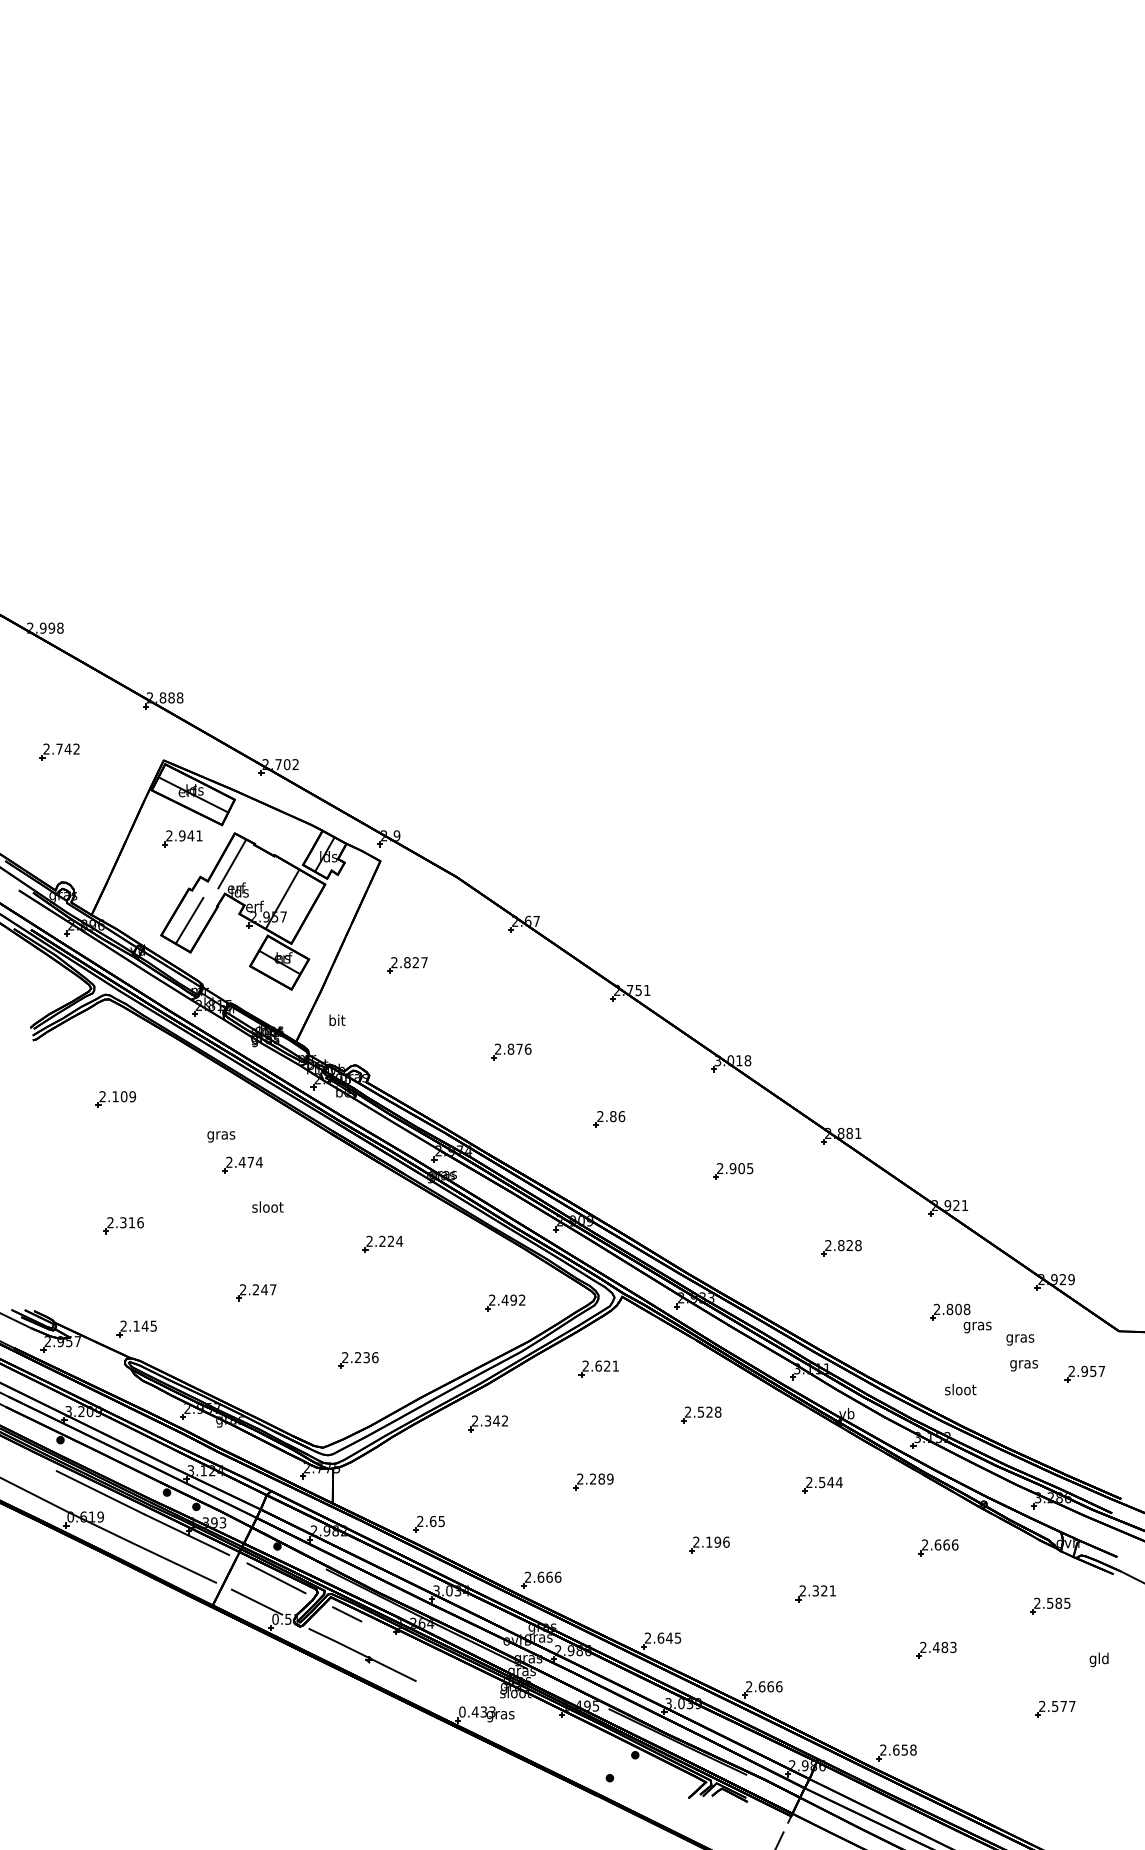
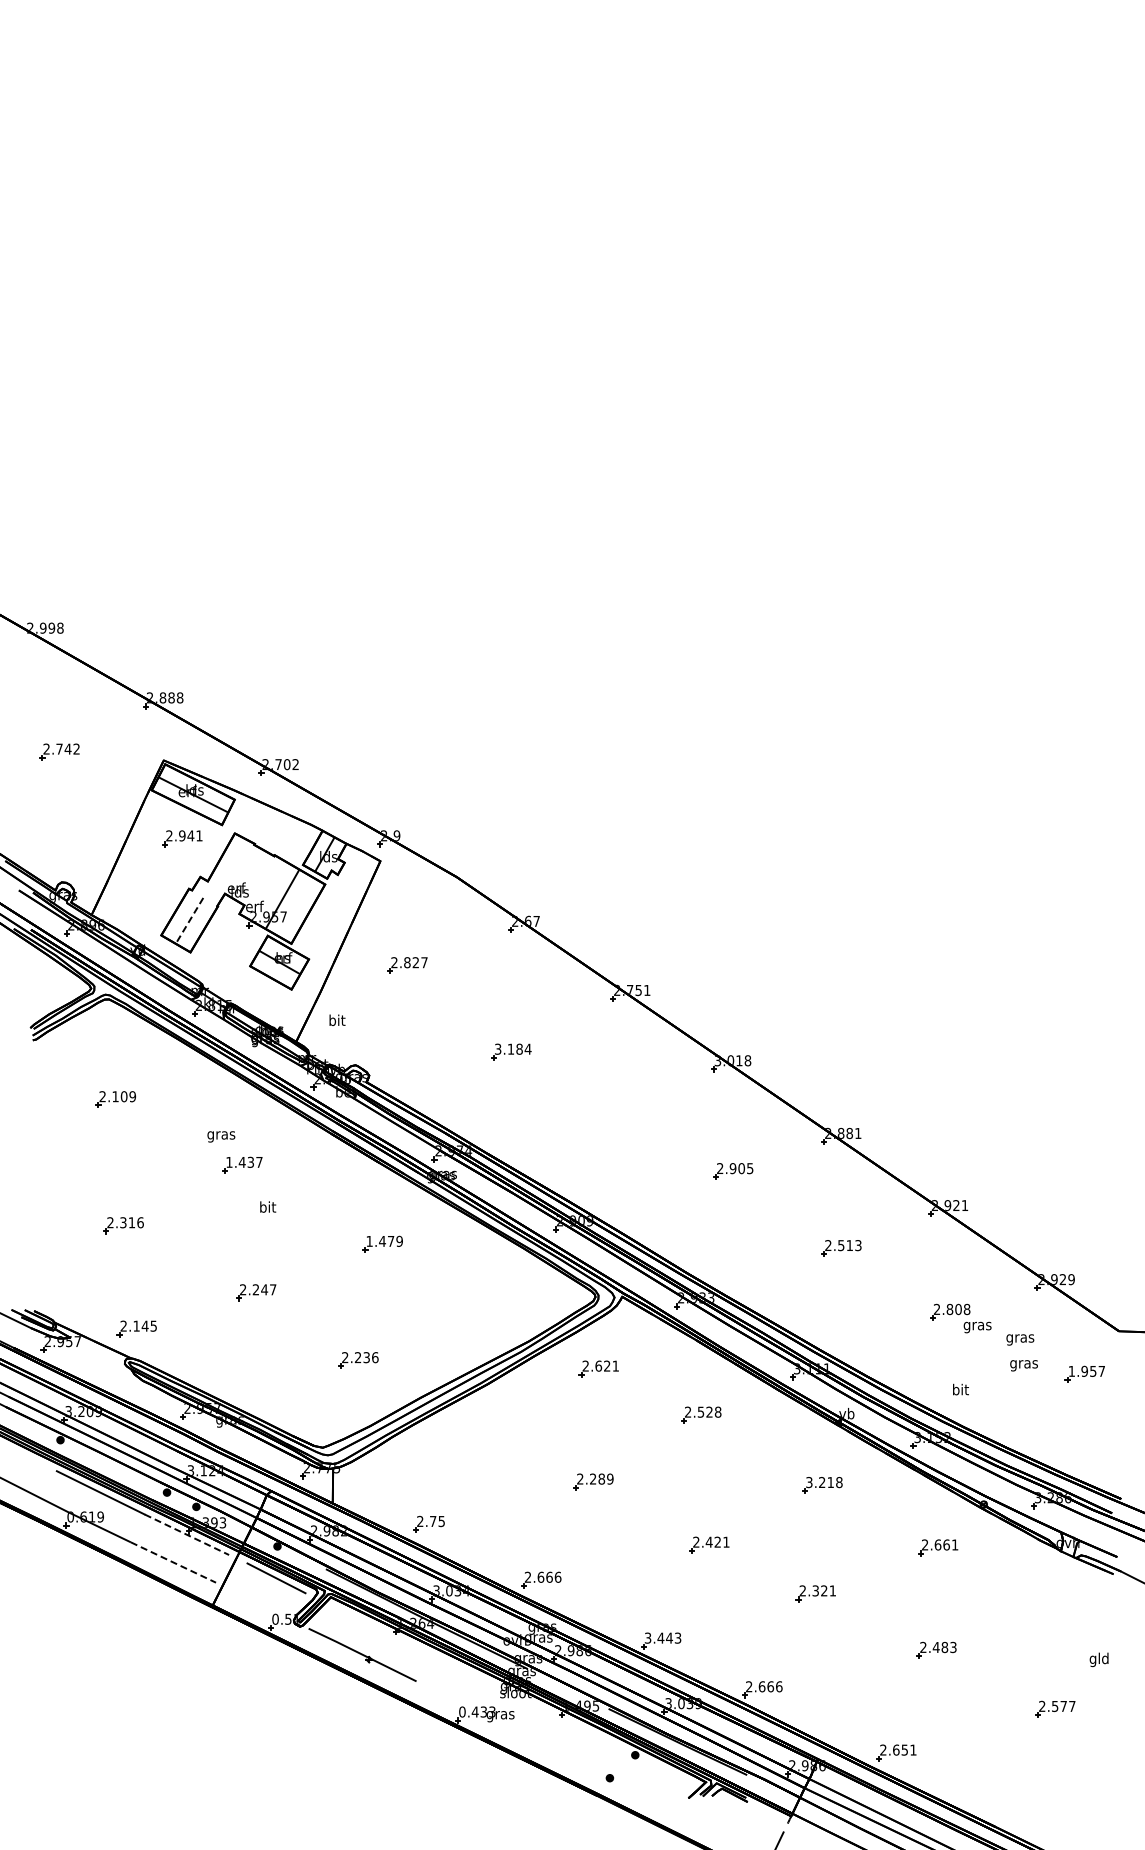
line at (231, 864): present -> none
line at (189, 920): solid -> dashed
text at (513, 1048): 2.876 -> 3.184
part at (609, 1119): present -> none
text at (244, 1161): 2.474 -> 1.437
text at (267, 1206): sloot -> bit
text at (384, 1240): 2.224 -> 1.479
text at (849, 1245): 2.828 -> 2.513
part at (505, 1302): present -> none
text at (1071, 1370): 2.957 -> 1.957
text at (960, 1389): sloot -> bit
part at (487, 1423): present -> none
text at (824, 1482): 2.544 -> 3.218
text at (432, 1521): 2.65 -> 2.75
line at (186, 1534): solid -> dashed
text at (717, 1541): 2.196 -> 2.421
text at (954, 1544): 2.666 -> 2.661
line at (173, 1562): solid -> dashed
line at (256, 1601): present -> none
part at (1050, 1605): present -> none
line at (347, 1614): present -> none
text at (663, 1637): 2.645 -> 3.443
text at (913, 1749): 2.658 -> 2.651
